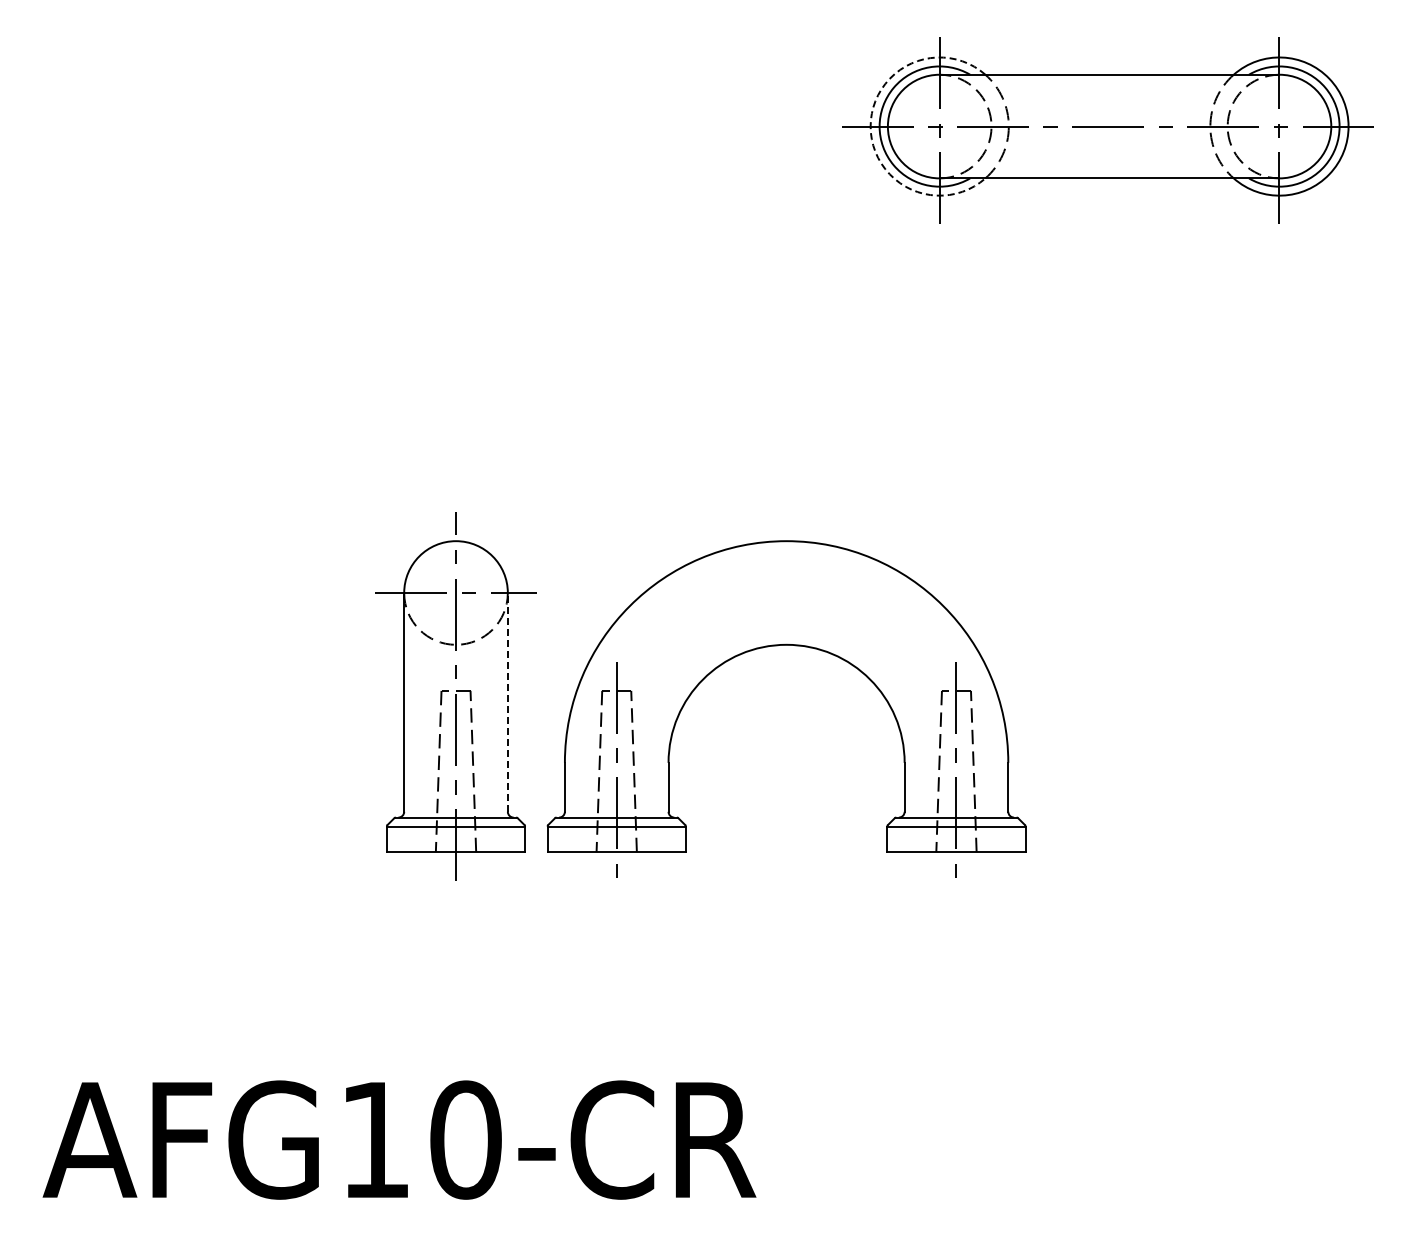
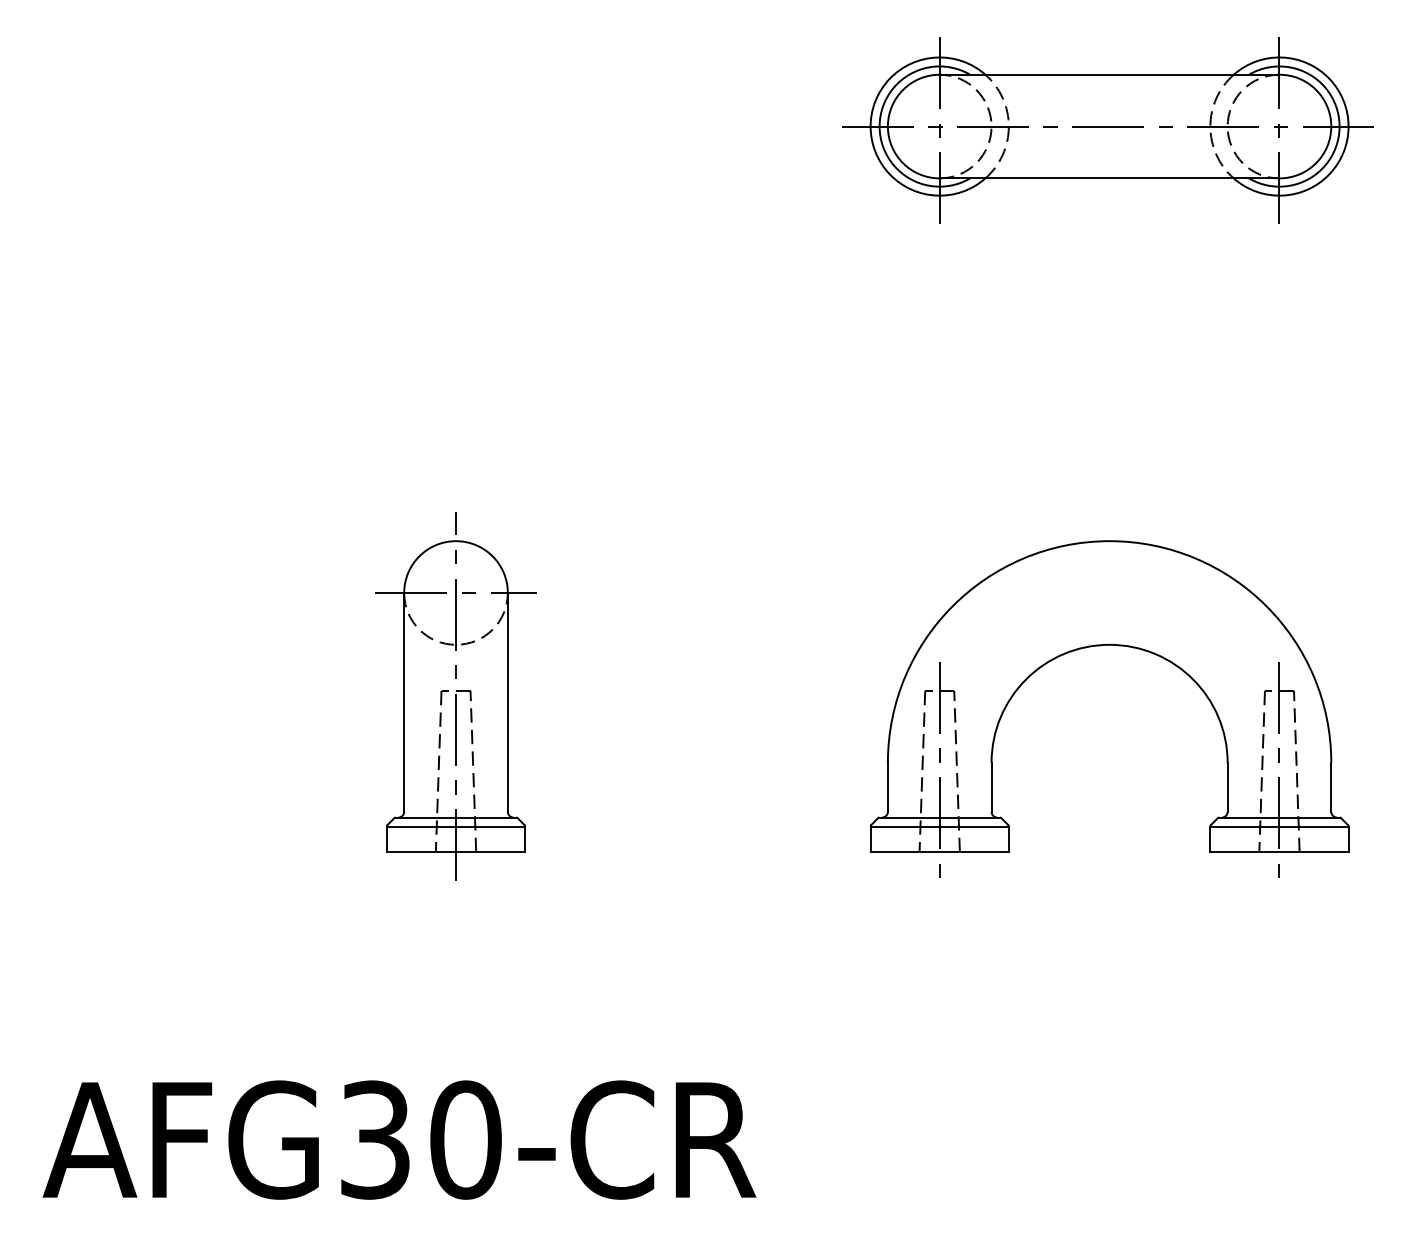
arc at (870, 126): dashed -> solid
part at (777, 646) position: (777, 646) -> (1100, 646)
line at (507, 701): dashed -> solid
text at (375, 1139): AFG10-CR -> AFG30-CR
